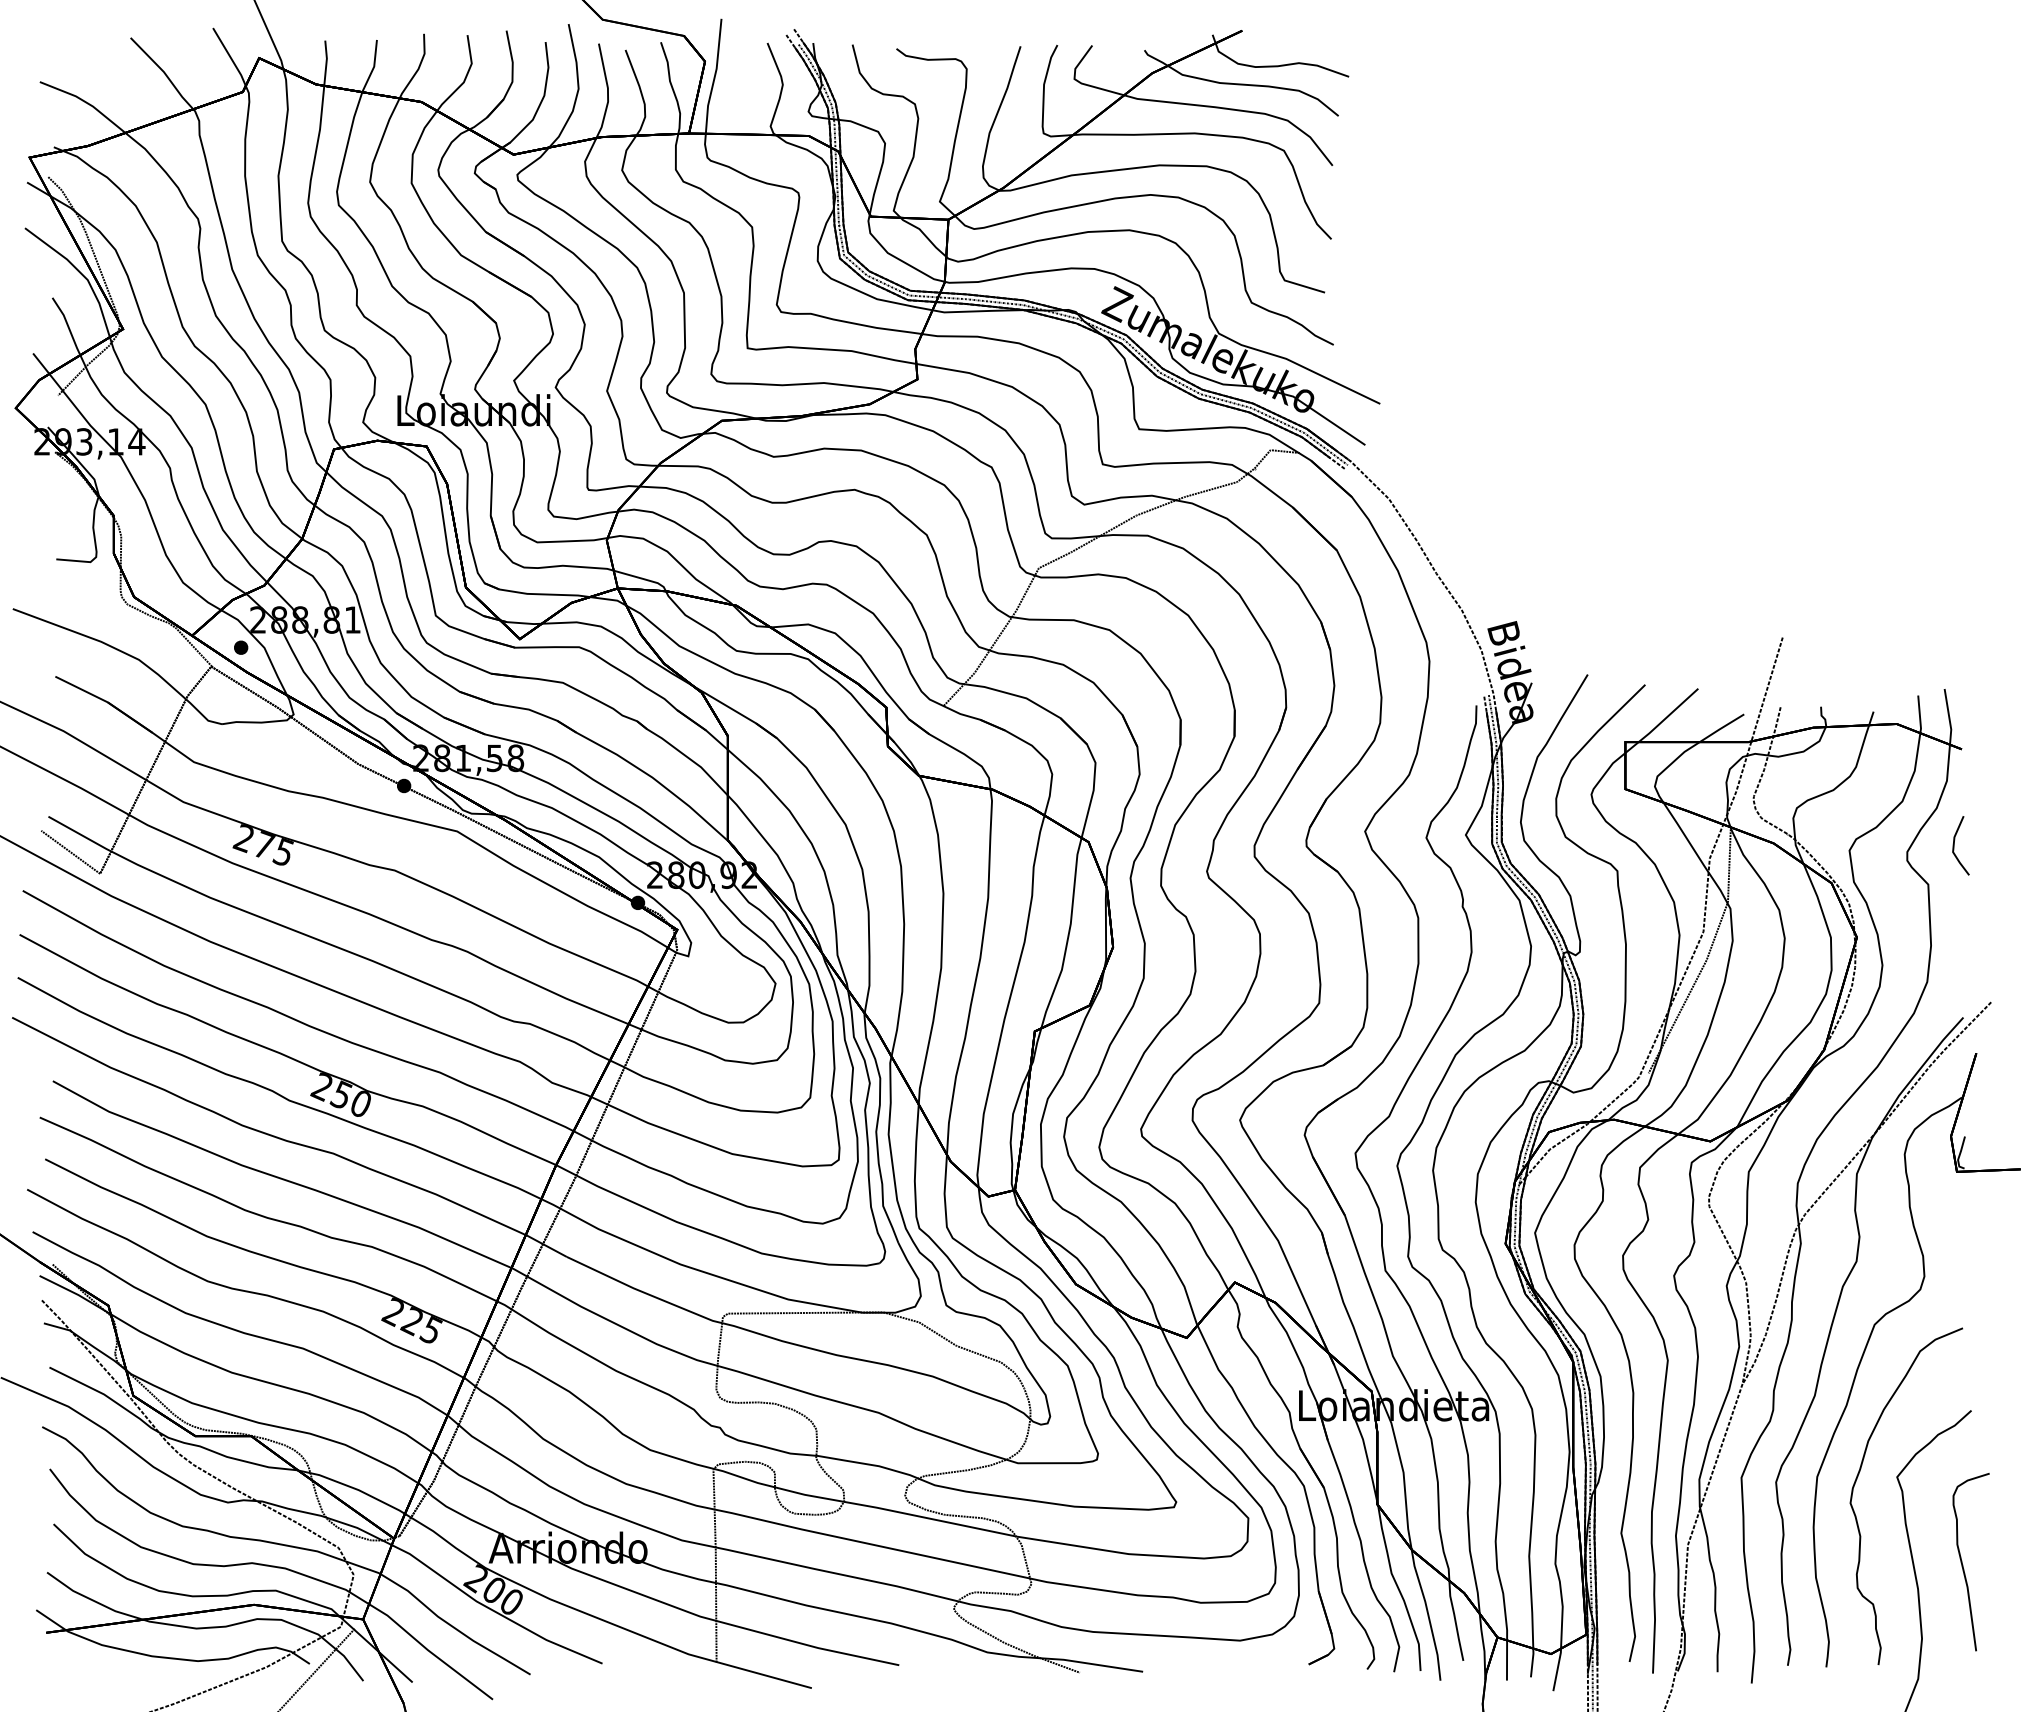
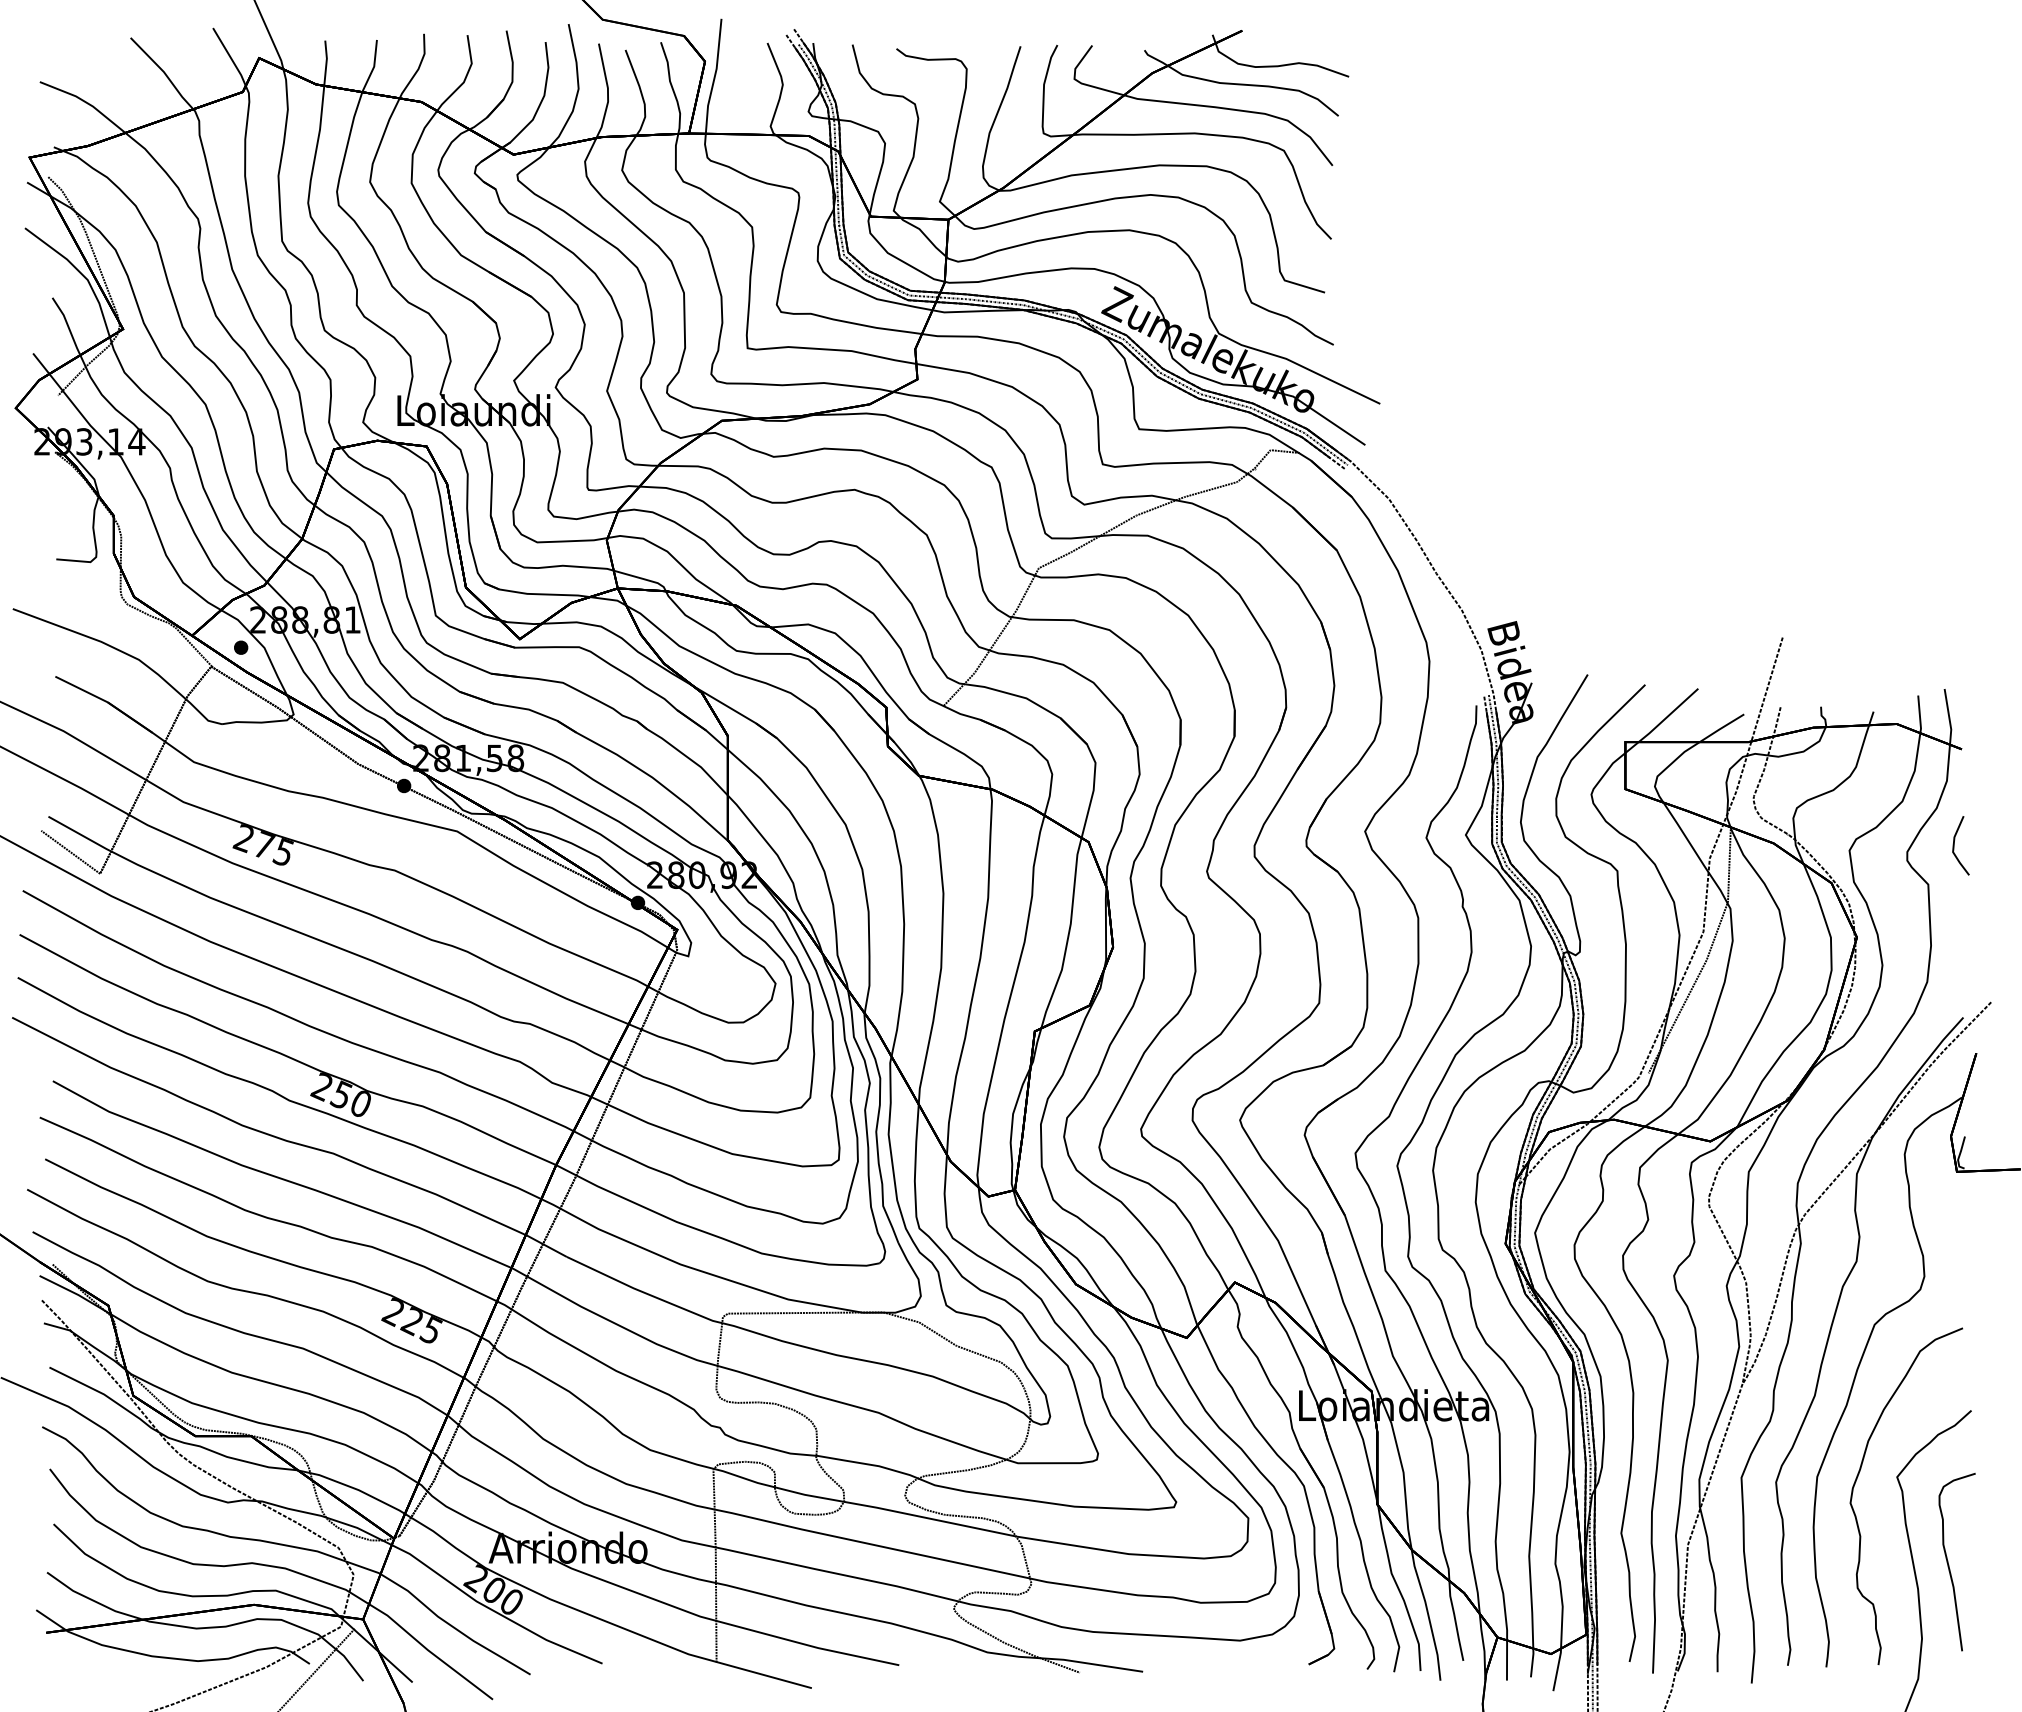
part at (1963, 1565) position: (1963, 1565) -> (1949, 1565)
